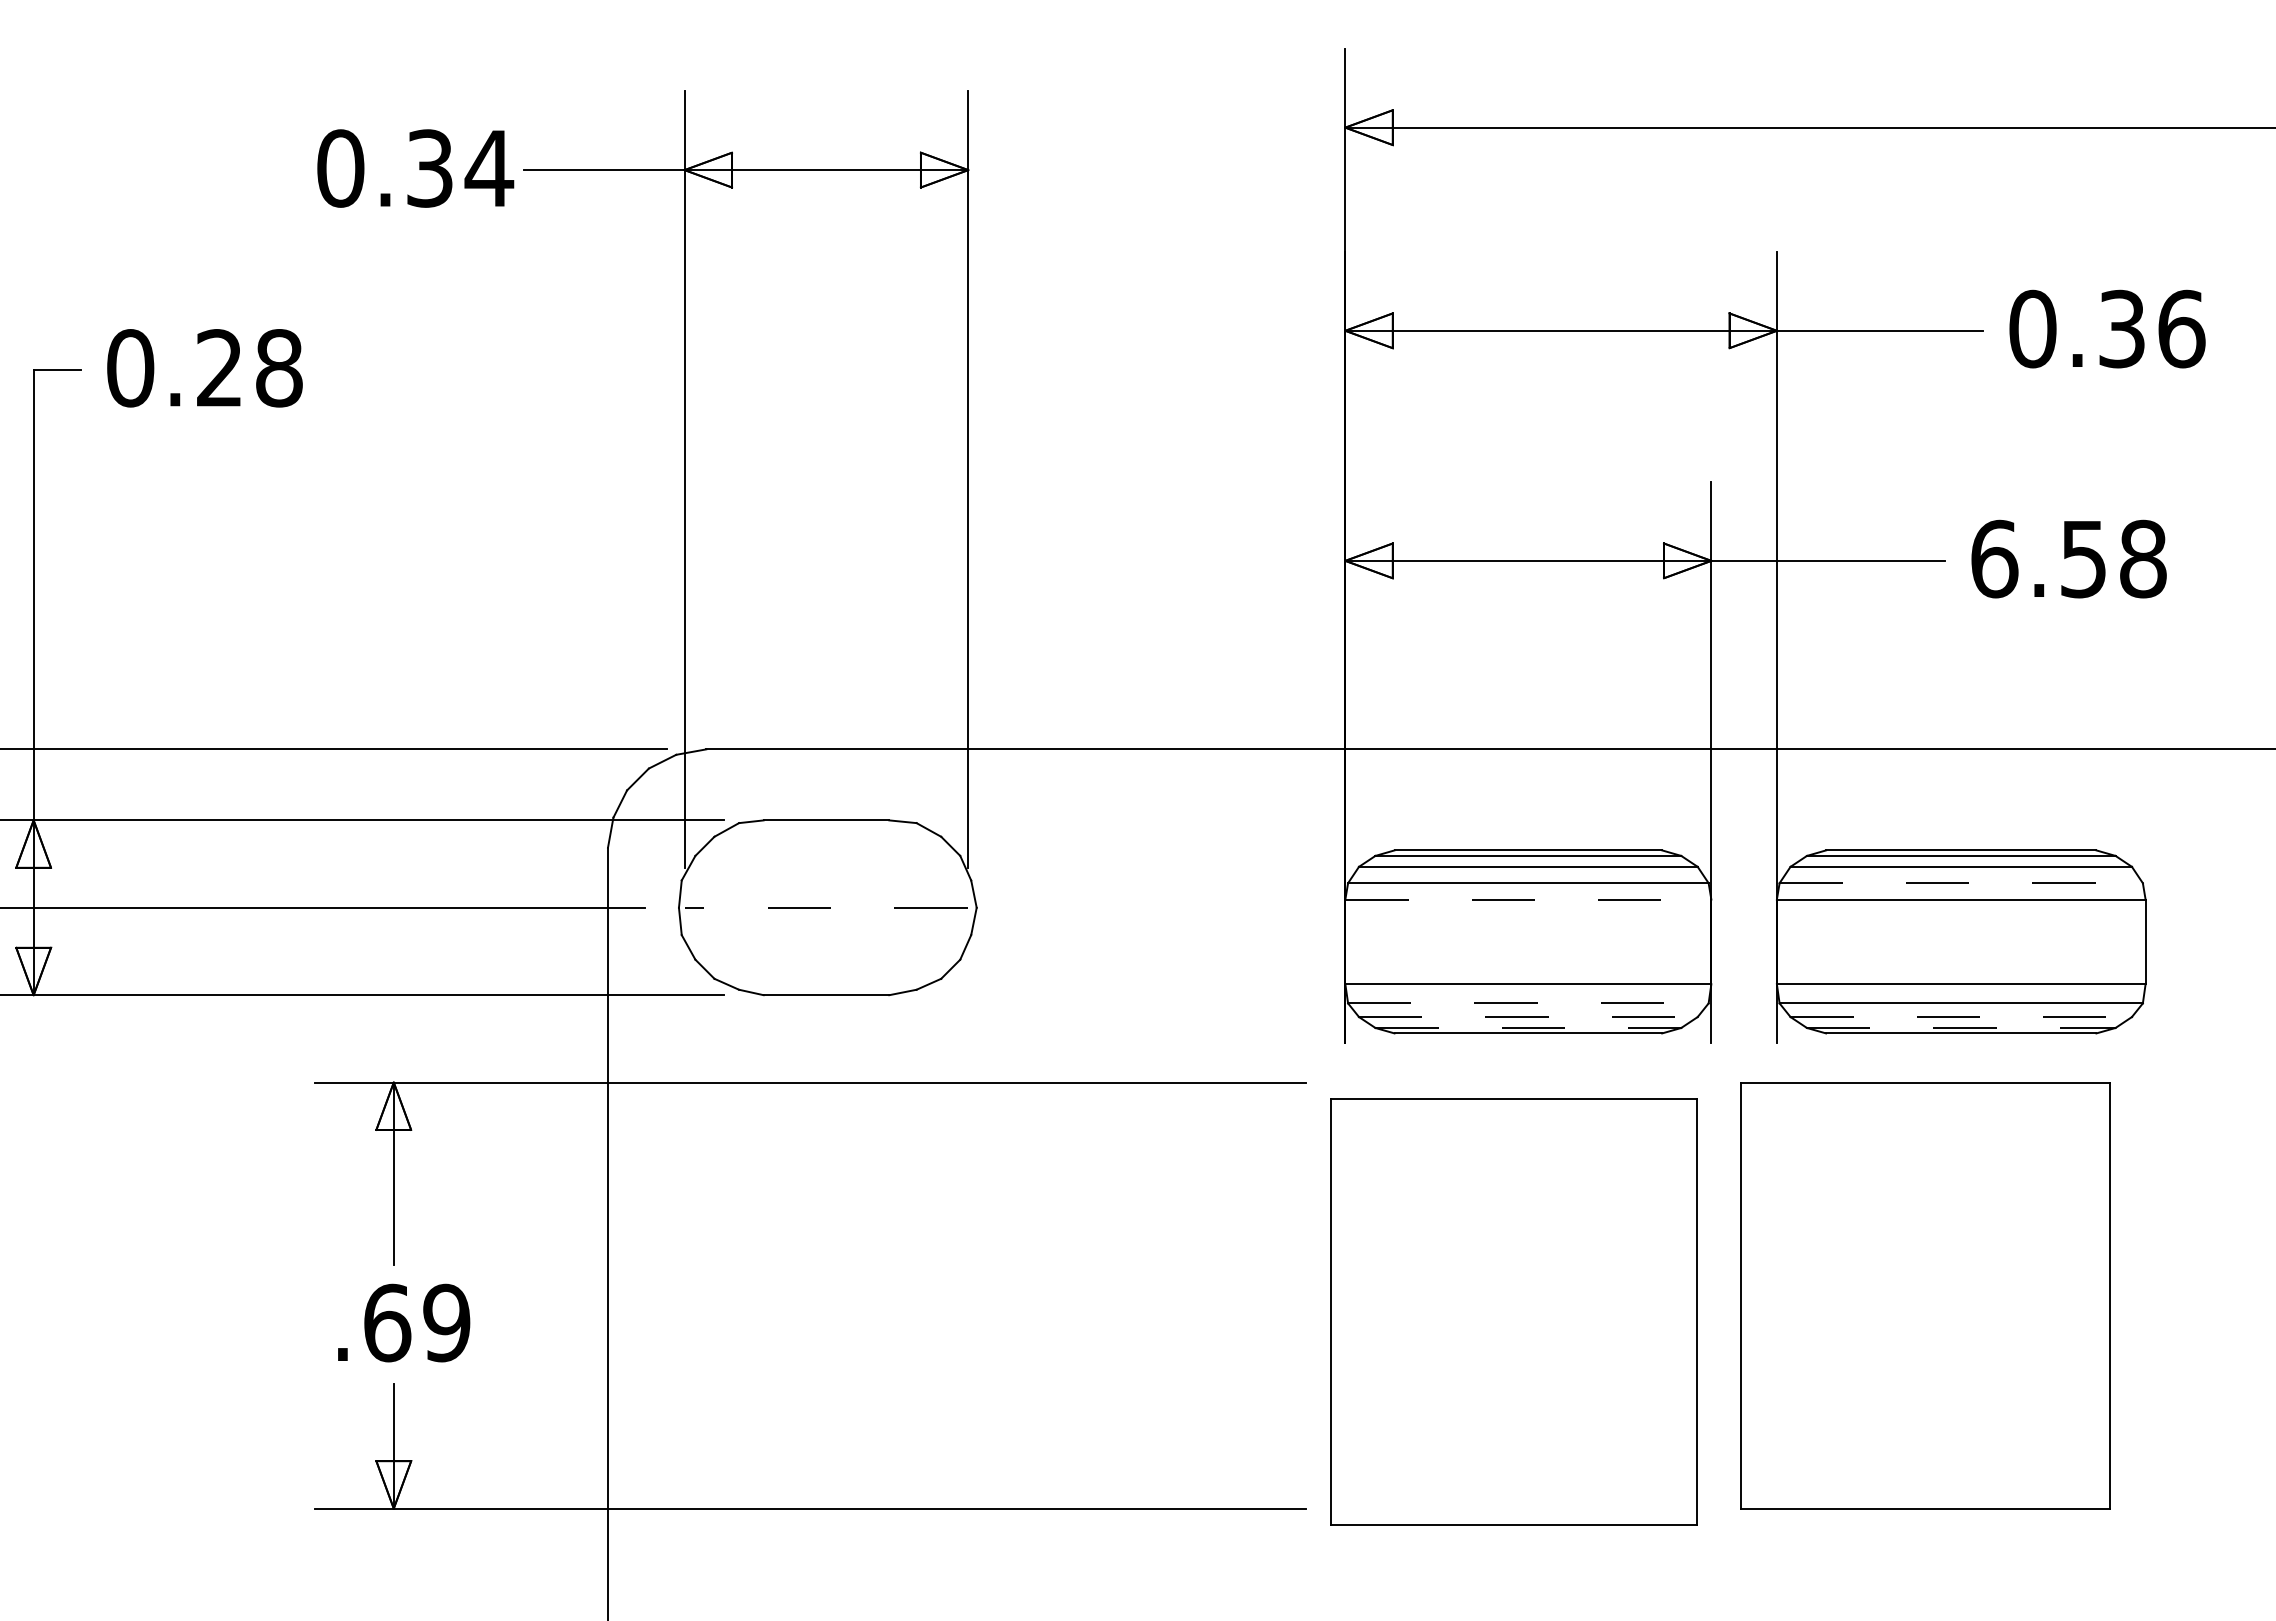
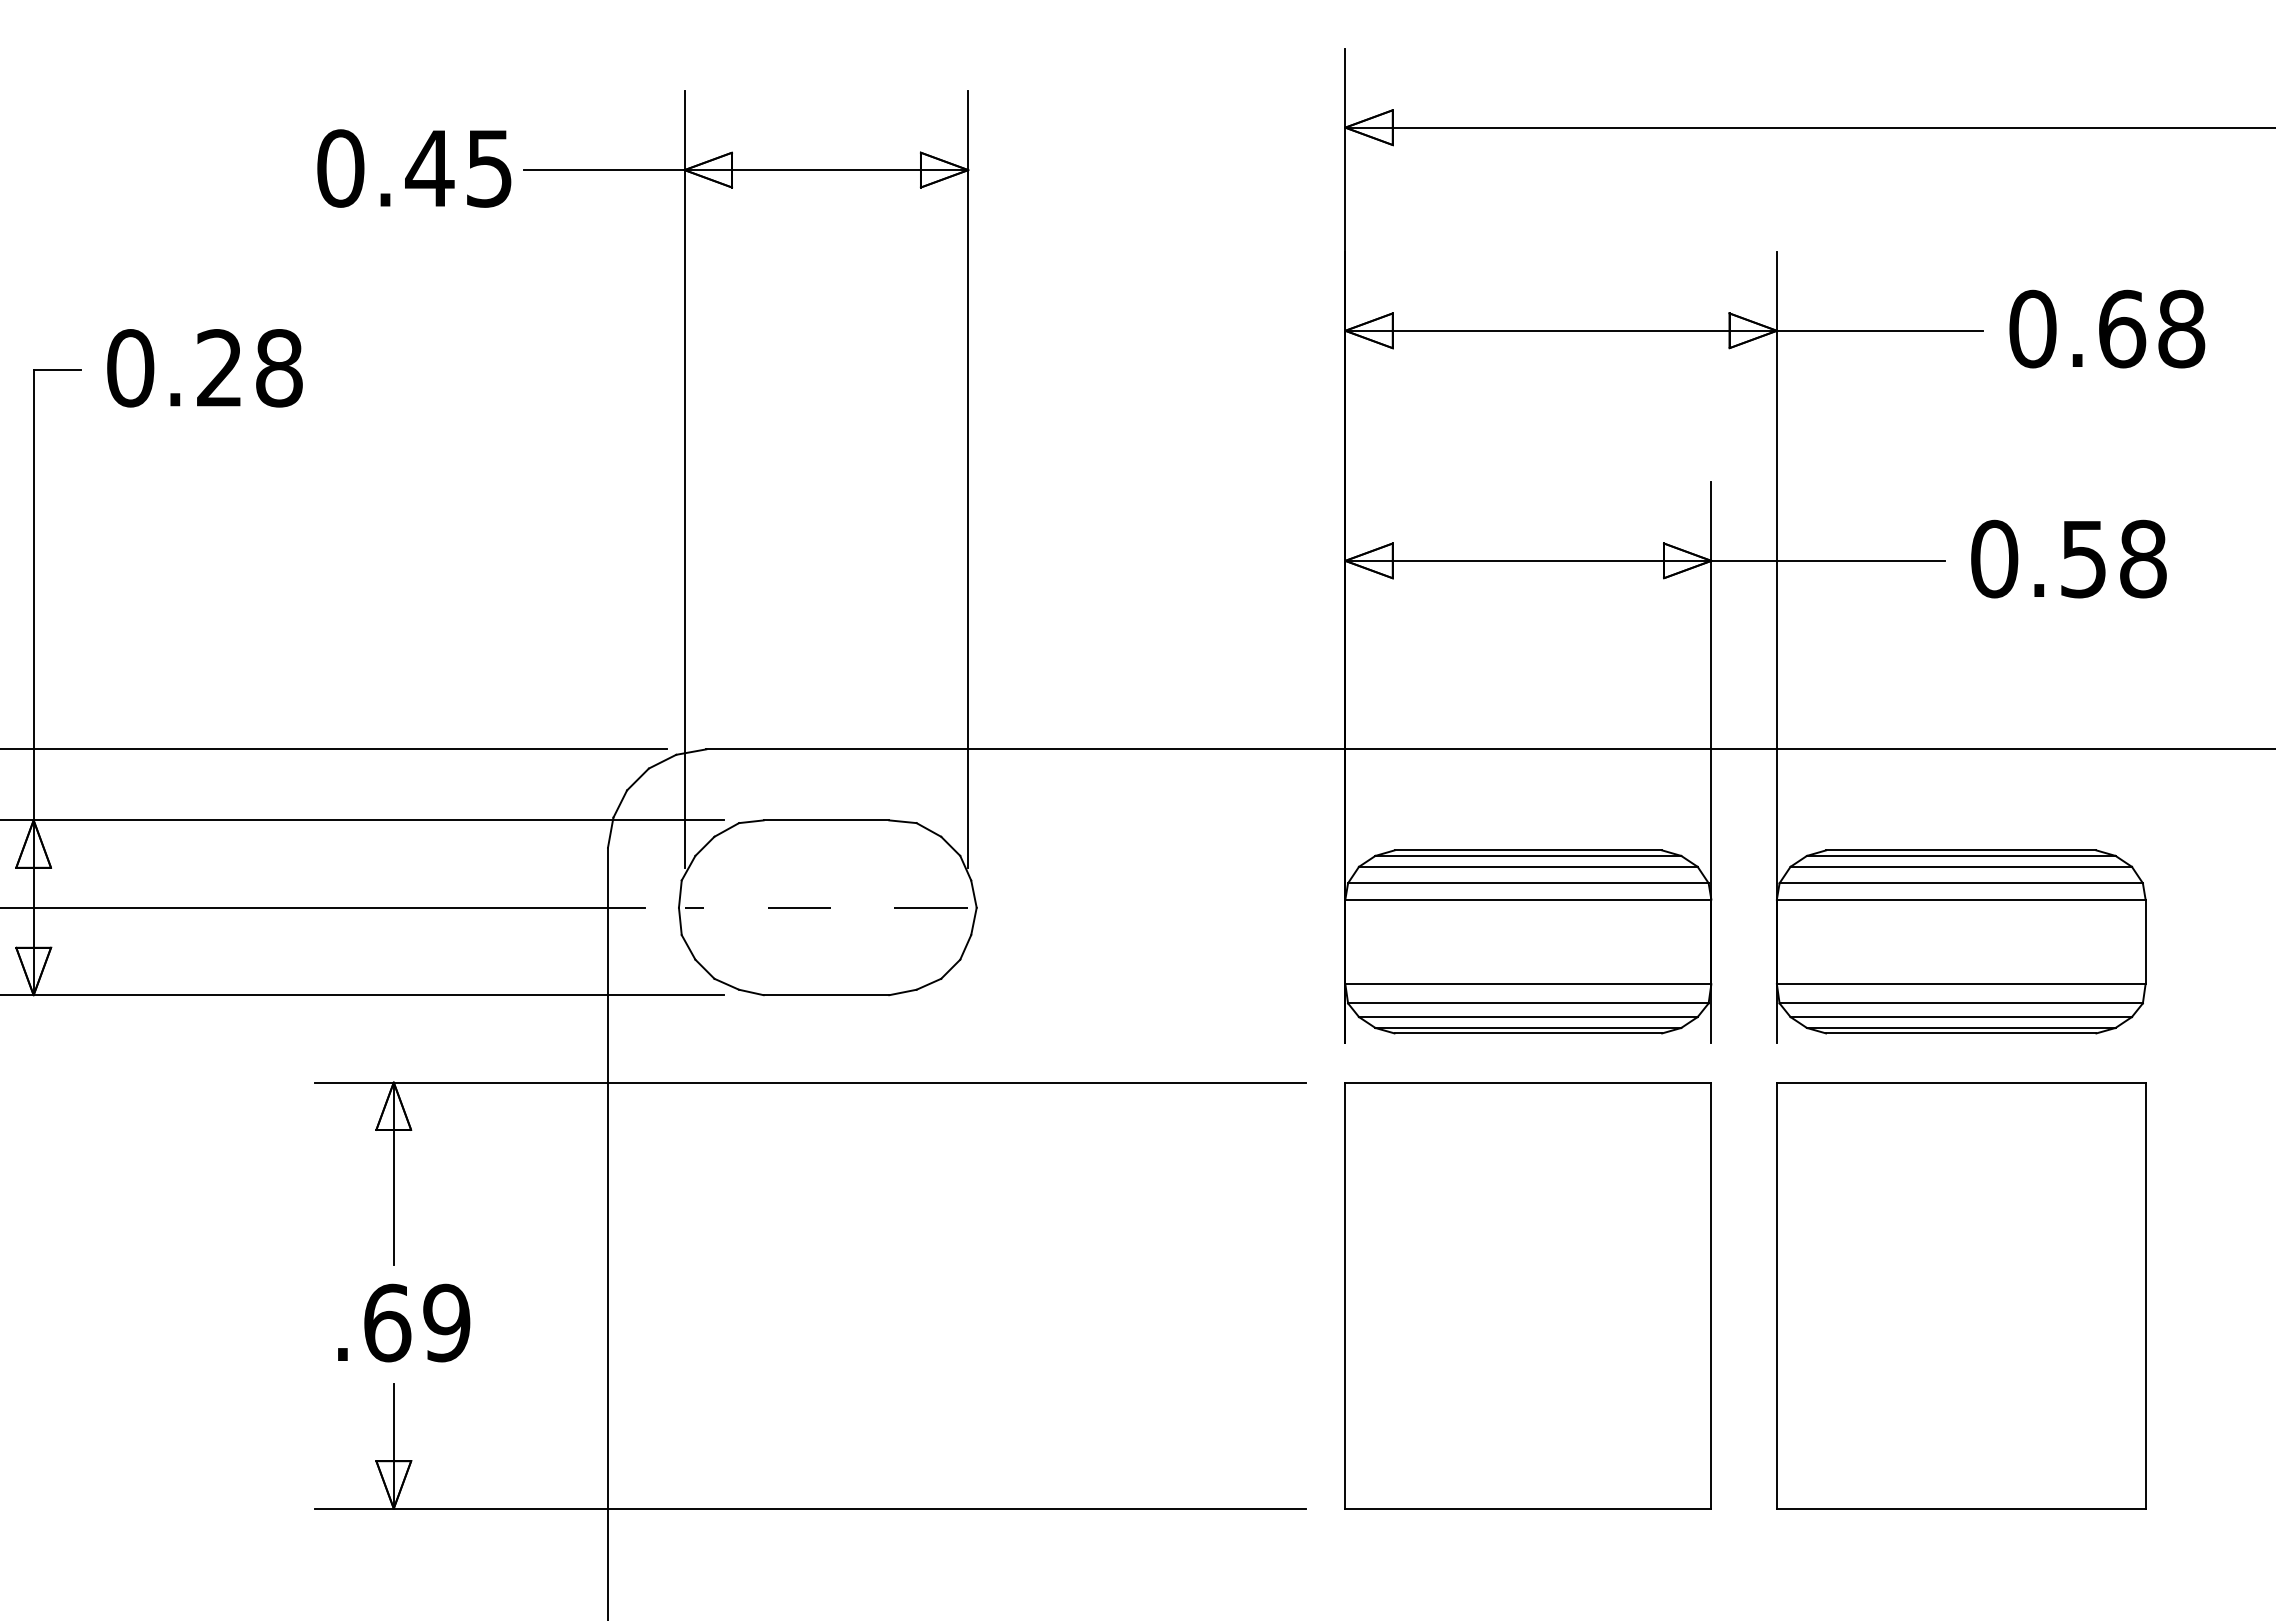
text at (459, 168): 0.34 -> 0.45
text at (2152, 328): 0.36 -> 0.68
text at (1994, 558): 6.58 -> 0.58
line at (1961, 883): dashed -> solid
line at (1528, 899): dashed -> solid
line at (1528, 1003): dashed -> solid
line at (1528, 1017): dashed -> solid
line at (1961, 1017): dashed -> solid
line at (1528, 1027): dashed -> solid
line at (1961, 1027): dashed -> solid
part at (1925, 1295) position: (1925, 1295) -> (1961, 1295)
part at (1513, 1311) position: (1513, 1311) -> (1527, 1295)
